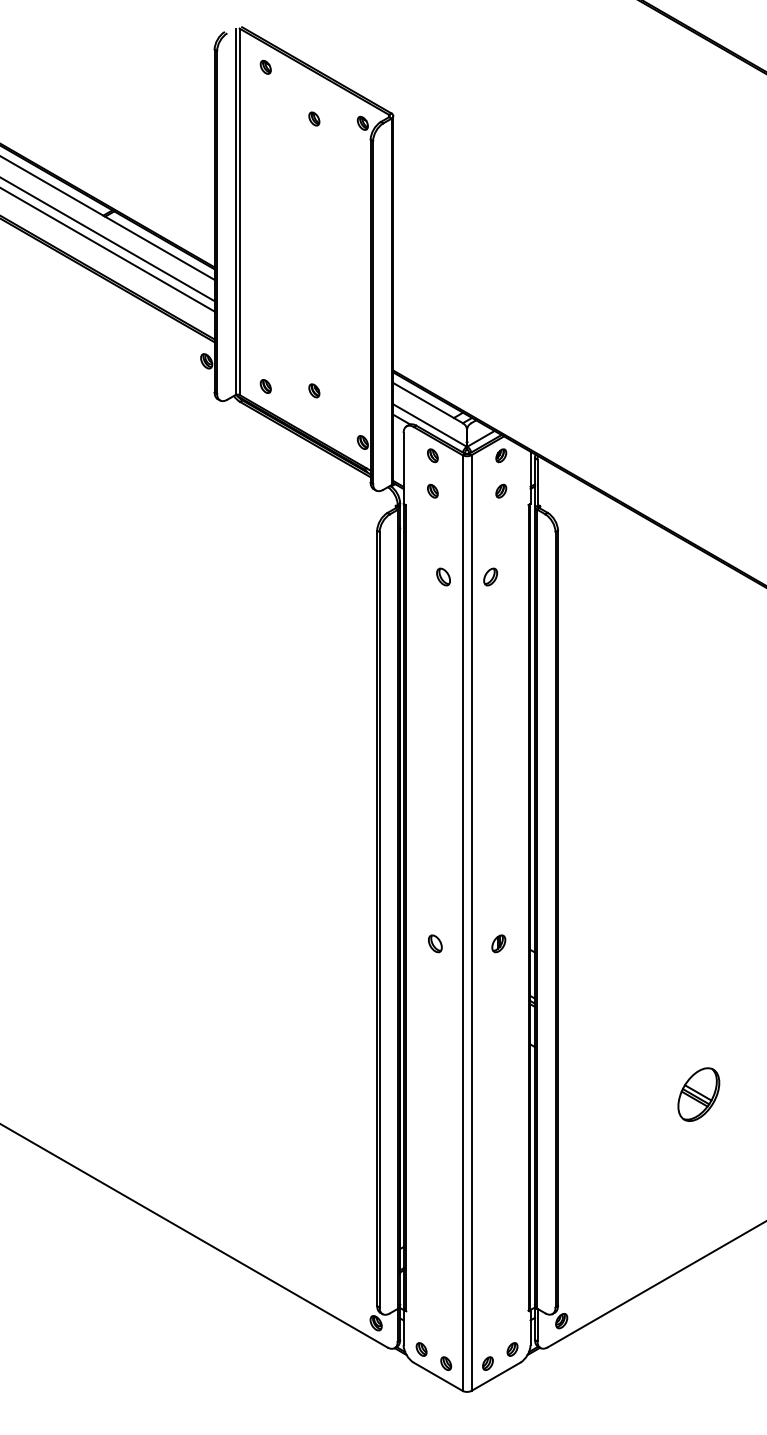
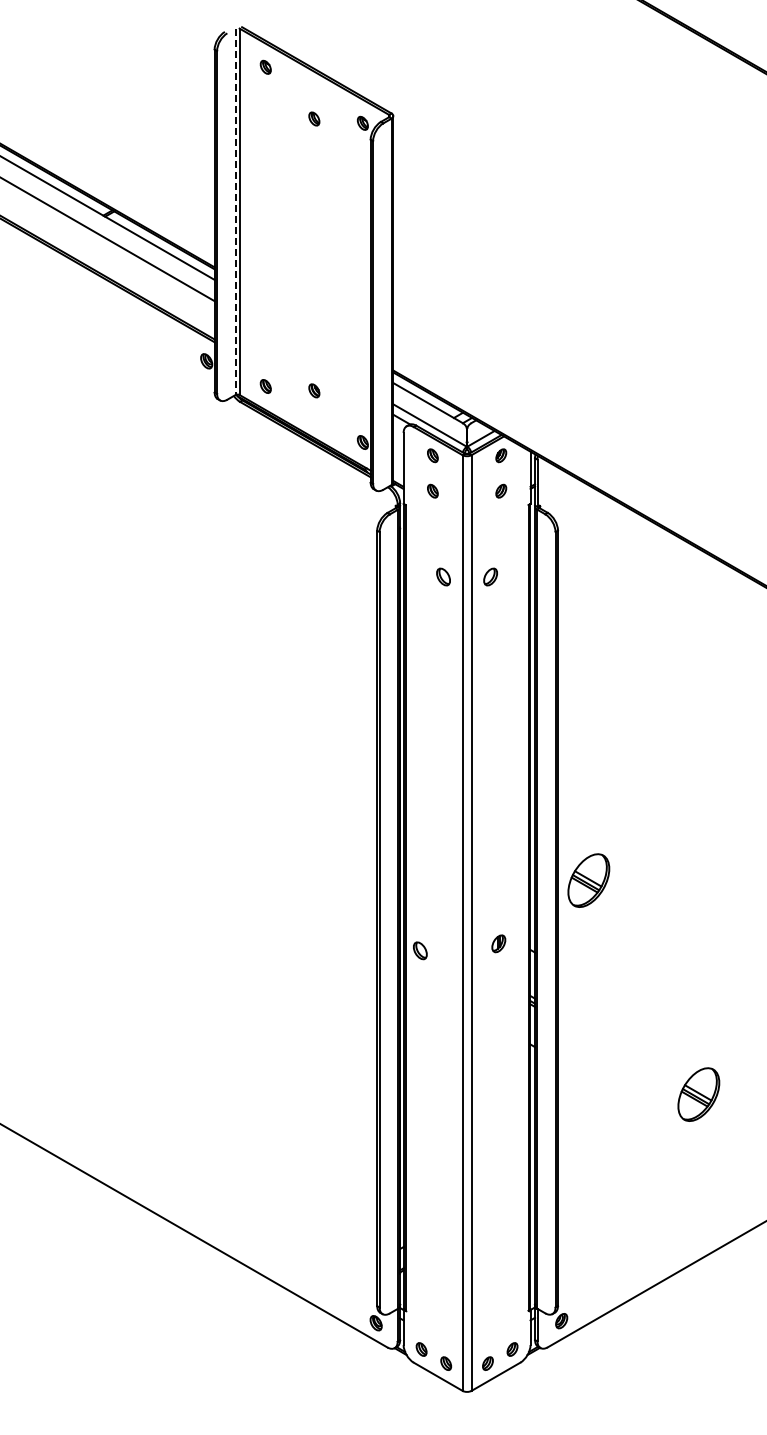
line at (235, 212): solid -> dashed
line at (108, 250): present -> none
part at (588, 880): none -> present
part at (435, 943) position: (435, 943) -> (420, 950)
